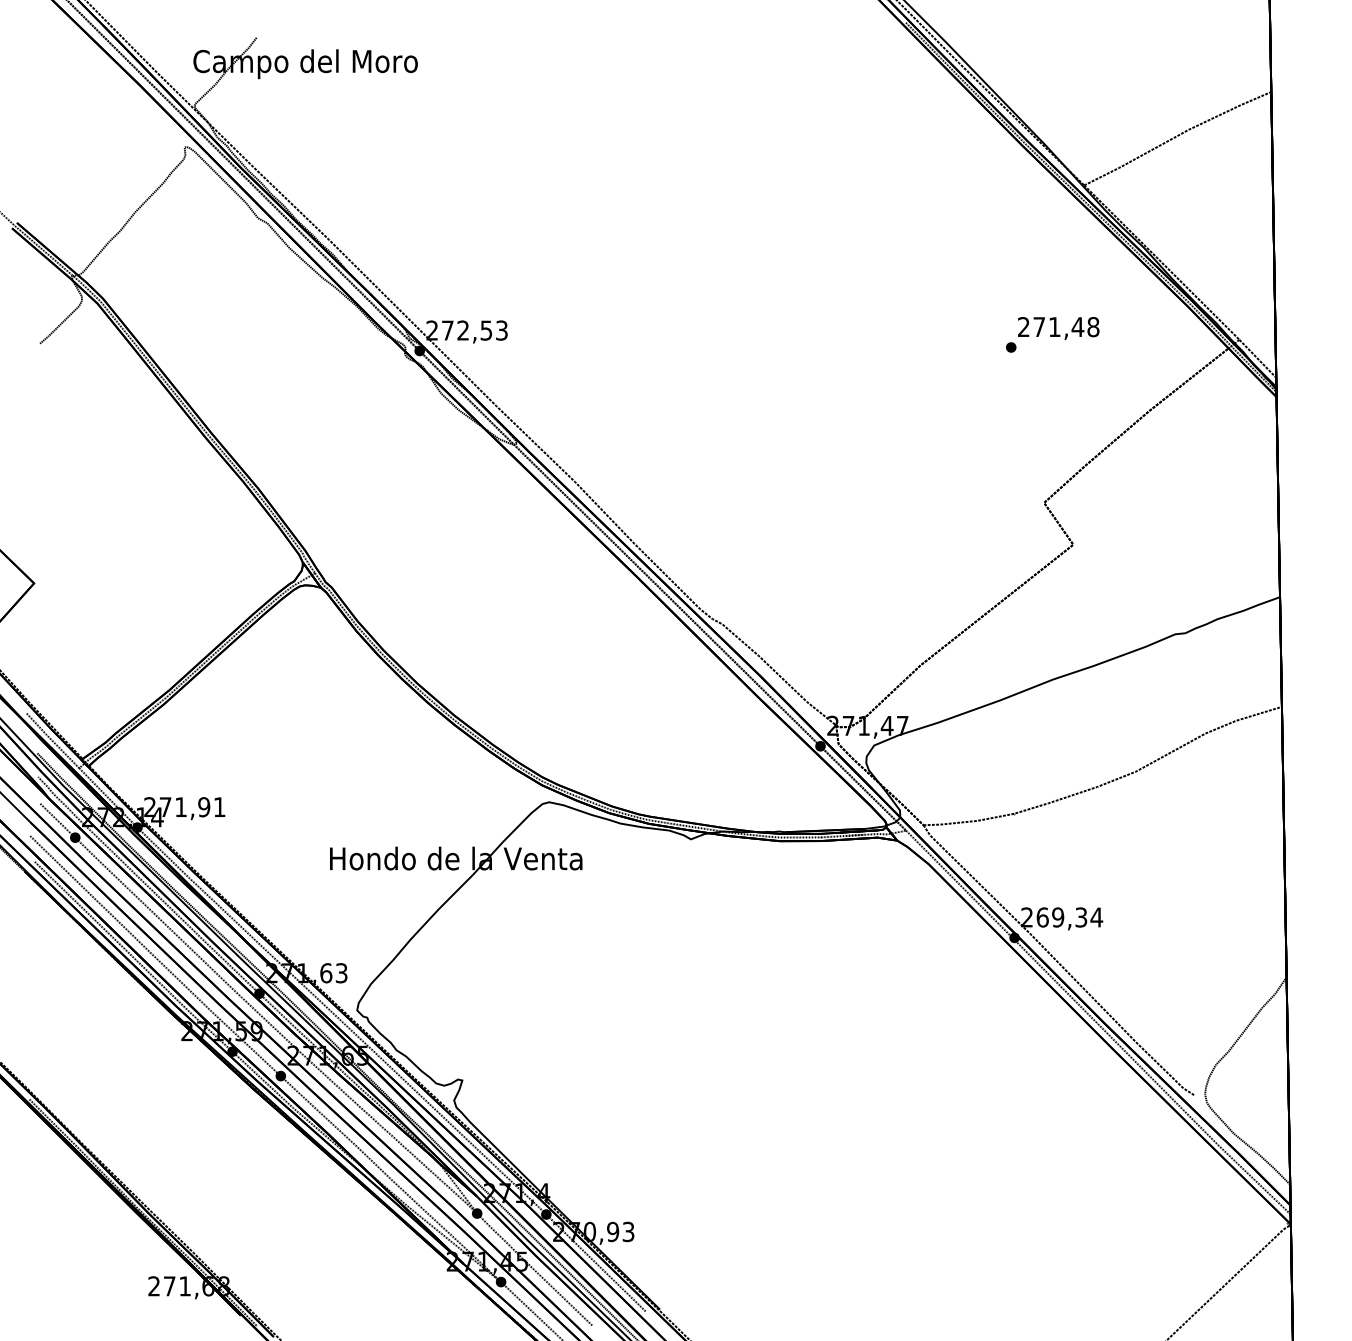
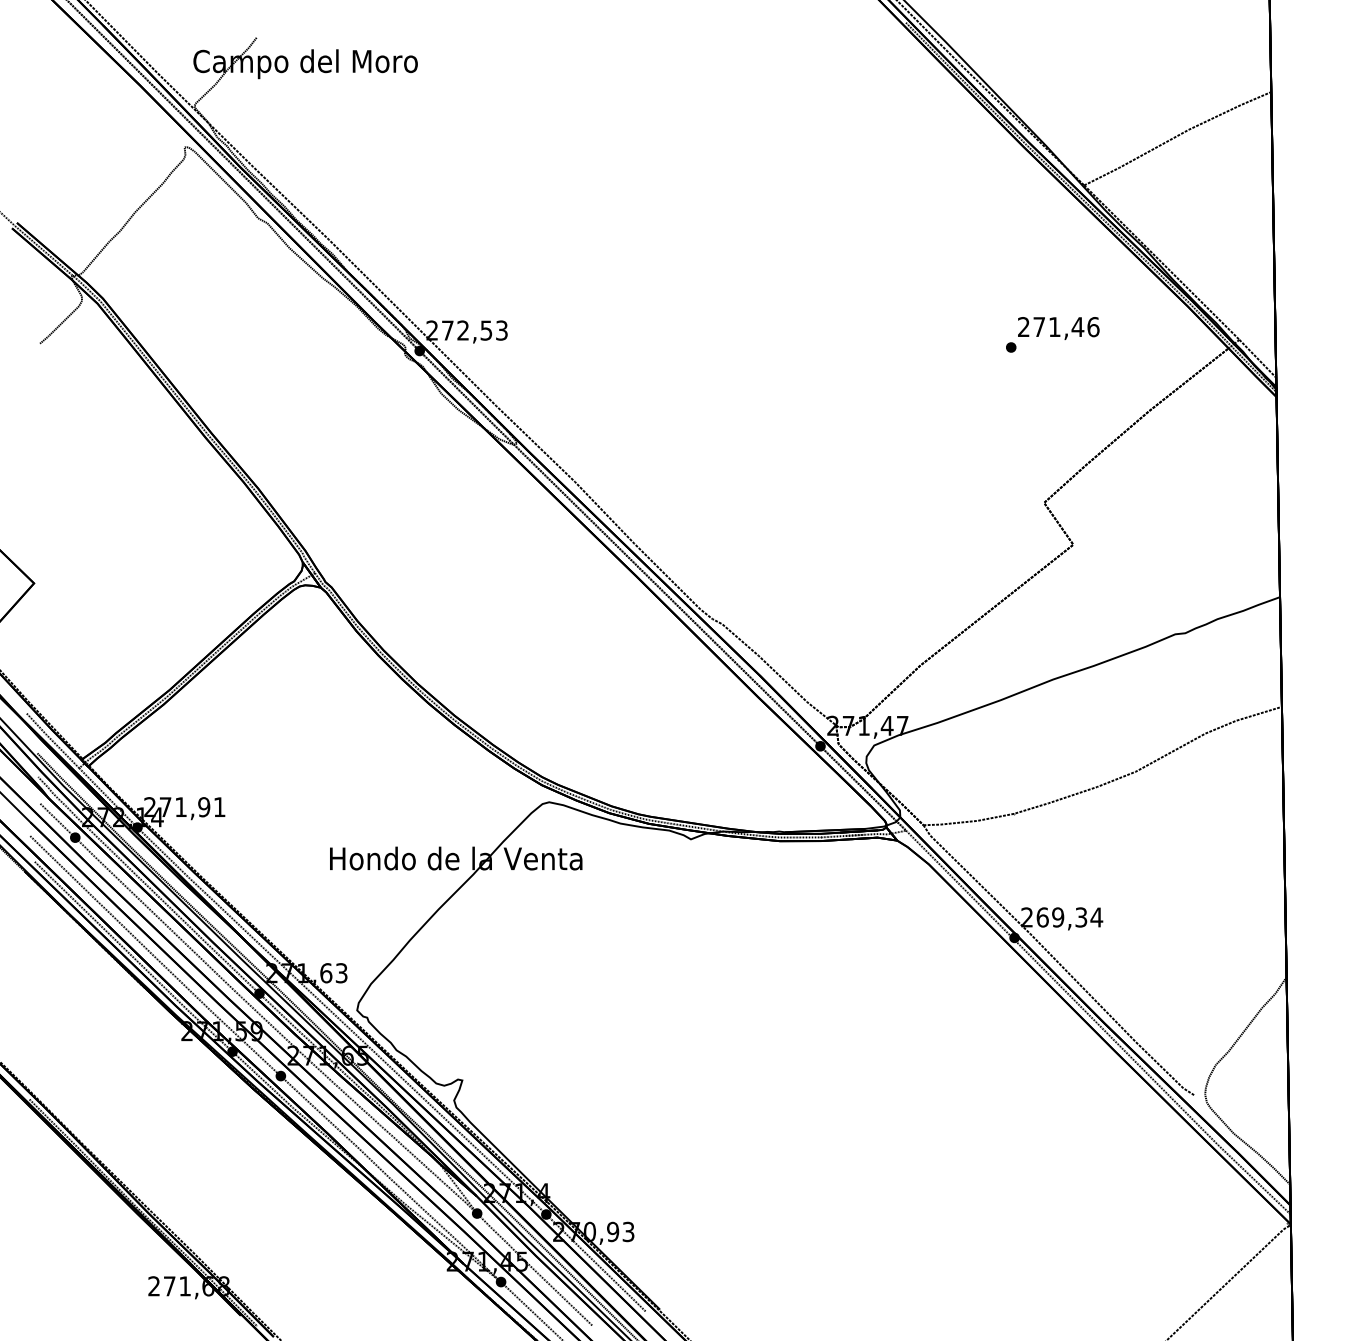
text at (1093, 327): 271,48 -> 271,46
